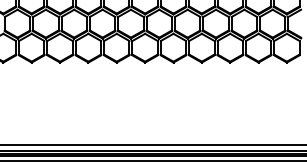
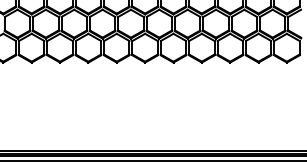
line at (152, 145): present -> none
